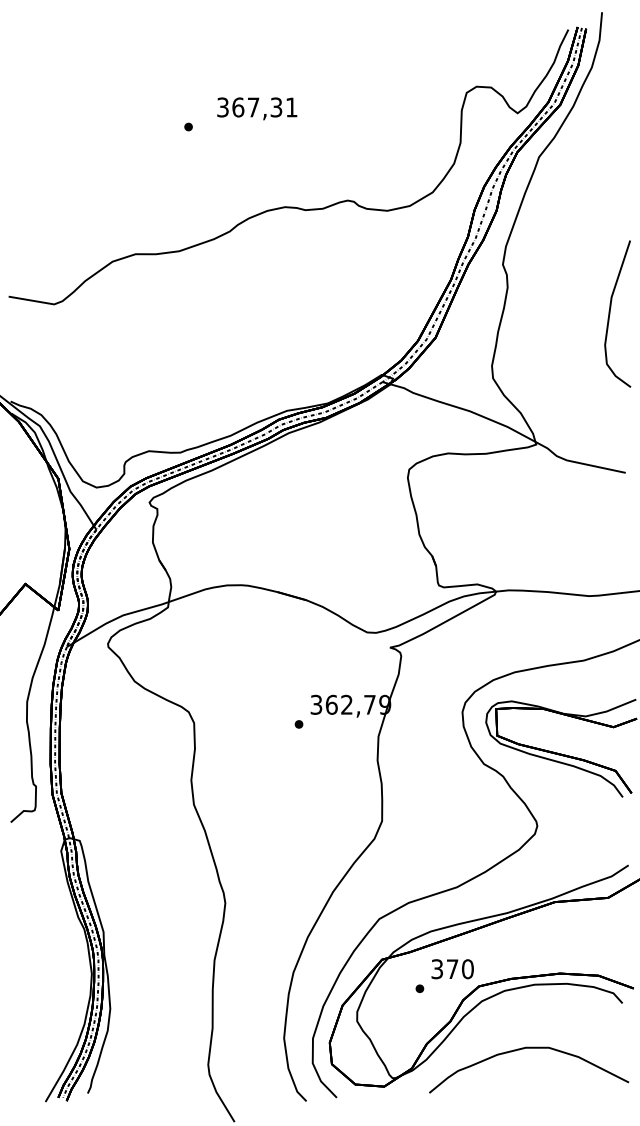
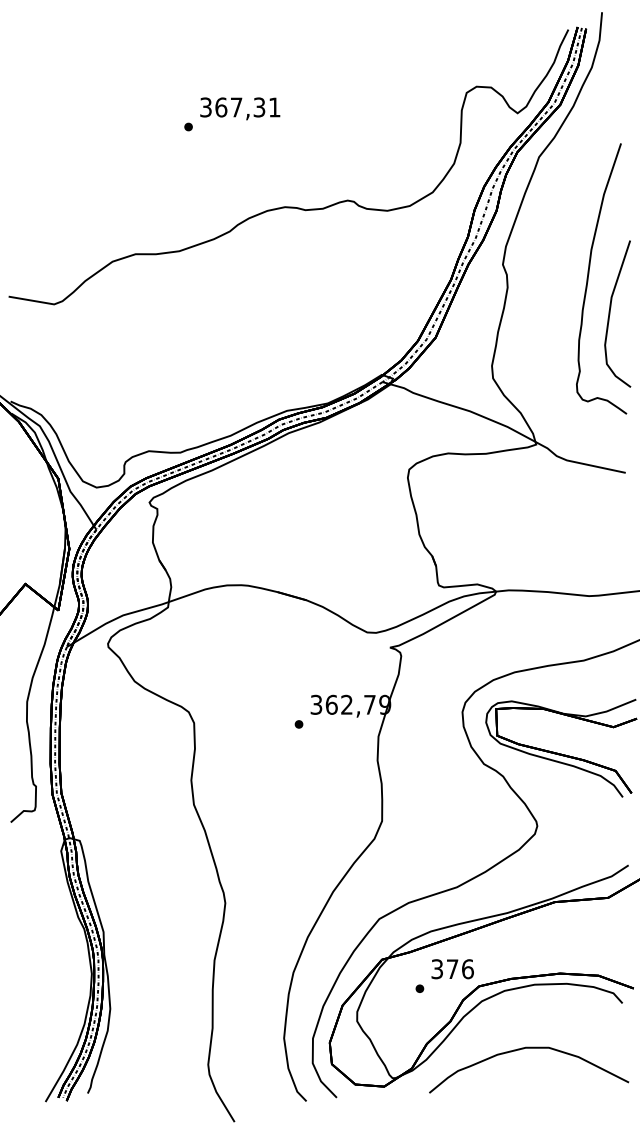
text at (257, 108) position: (257, 108) -> (240, 108)
curve at (589, 274): none -> present
text at (467, 968): 370 -> 376
